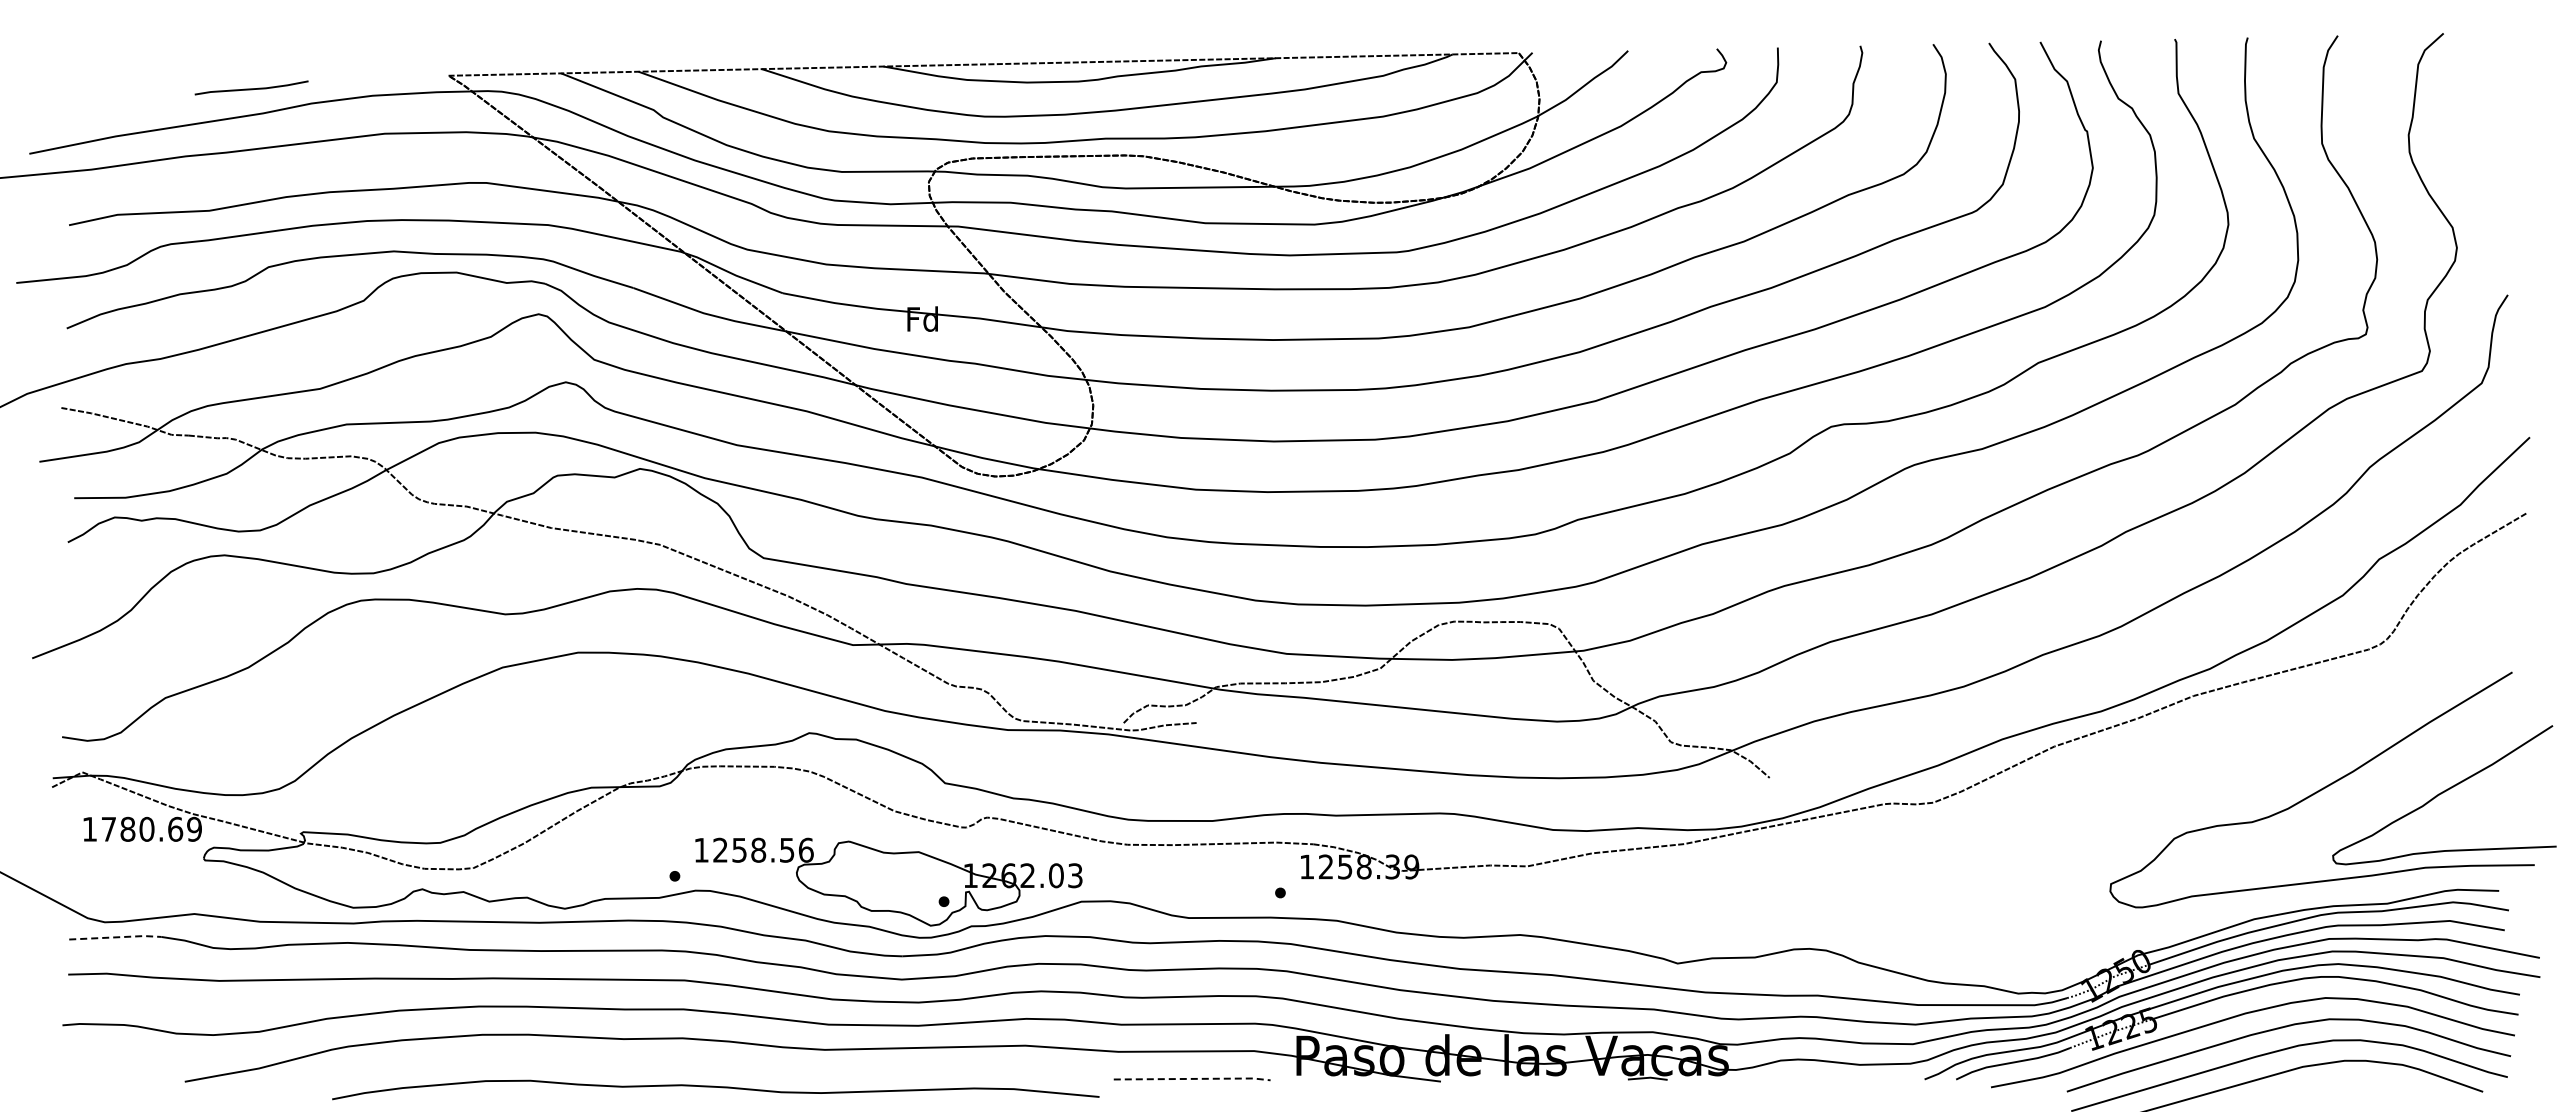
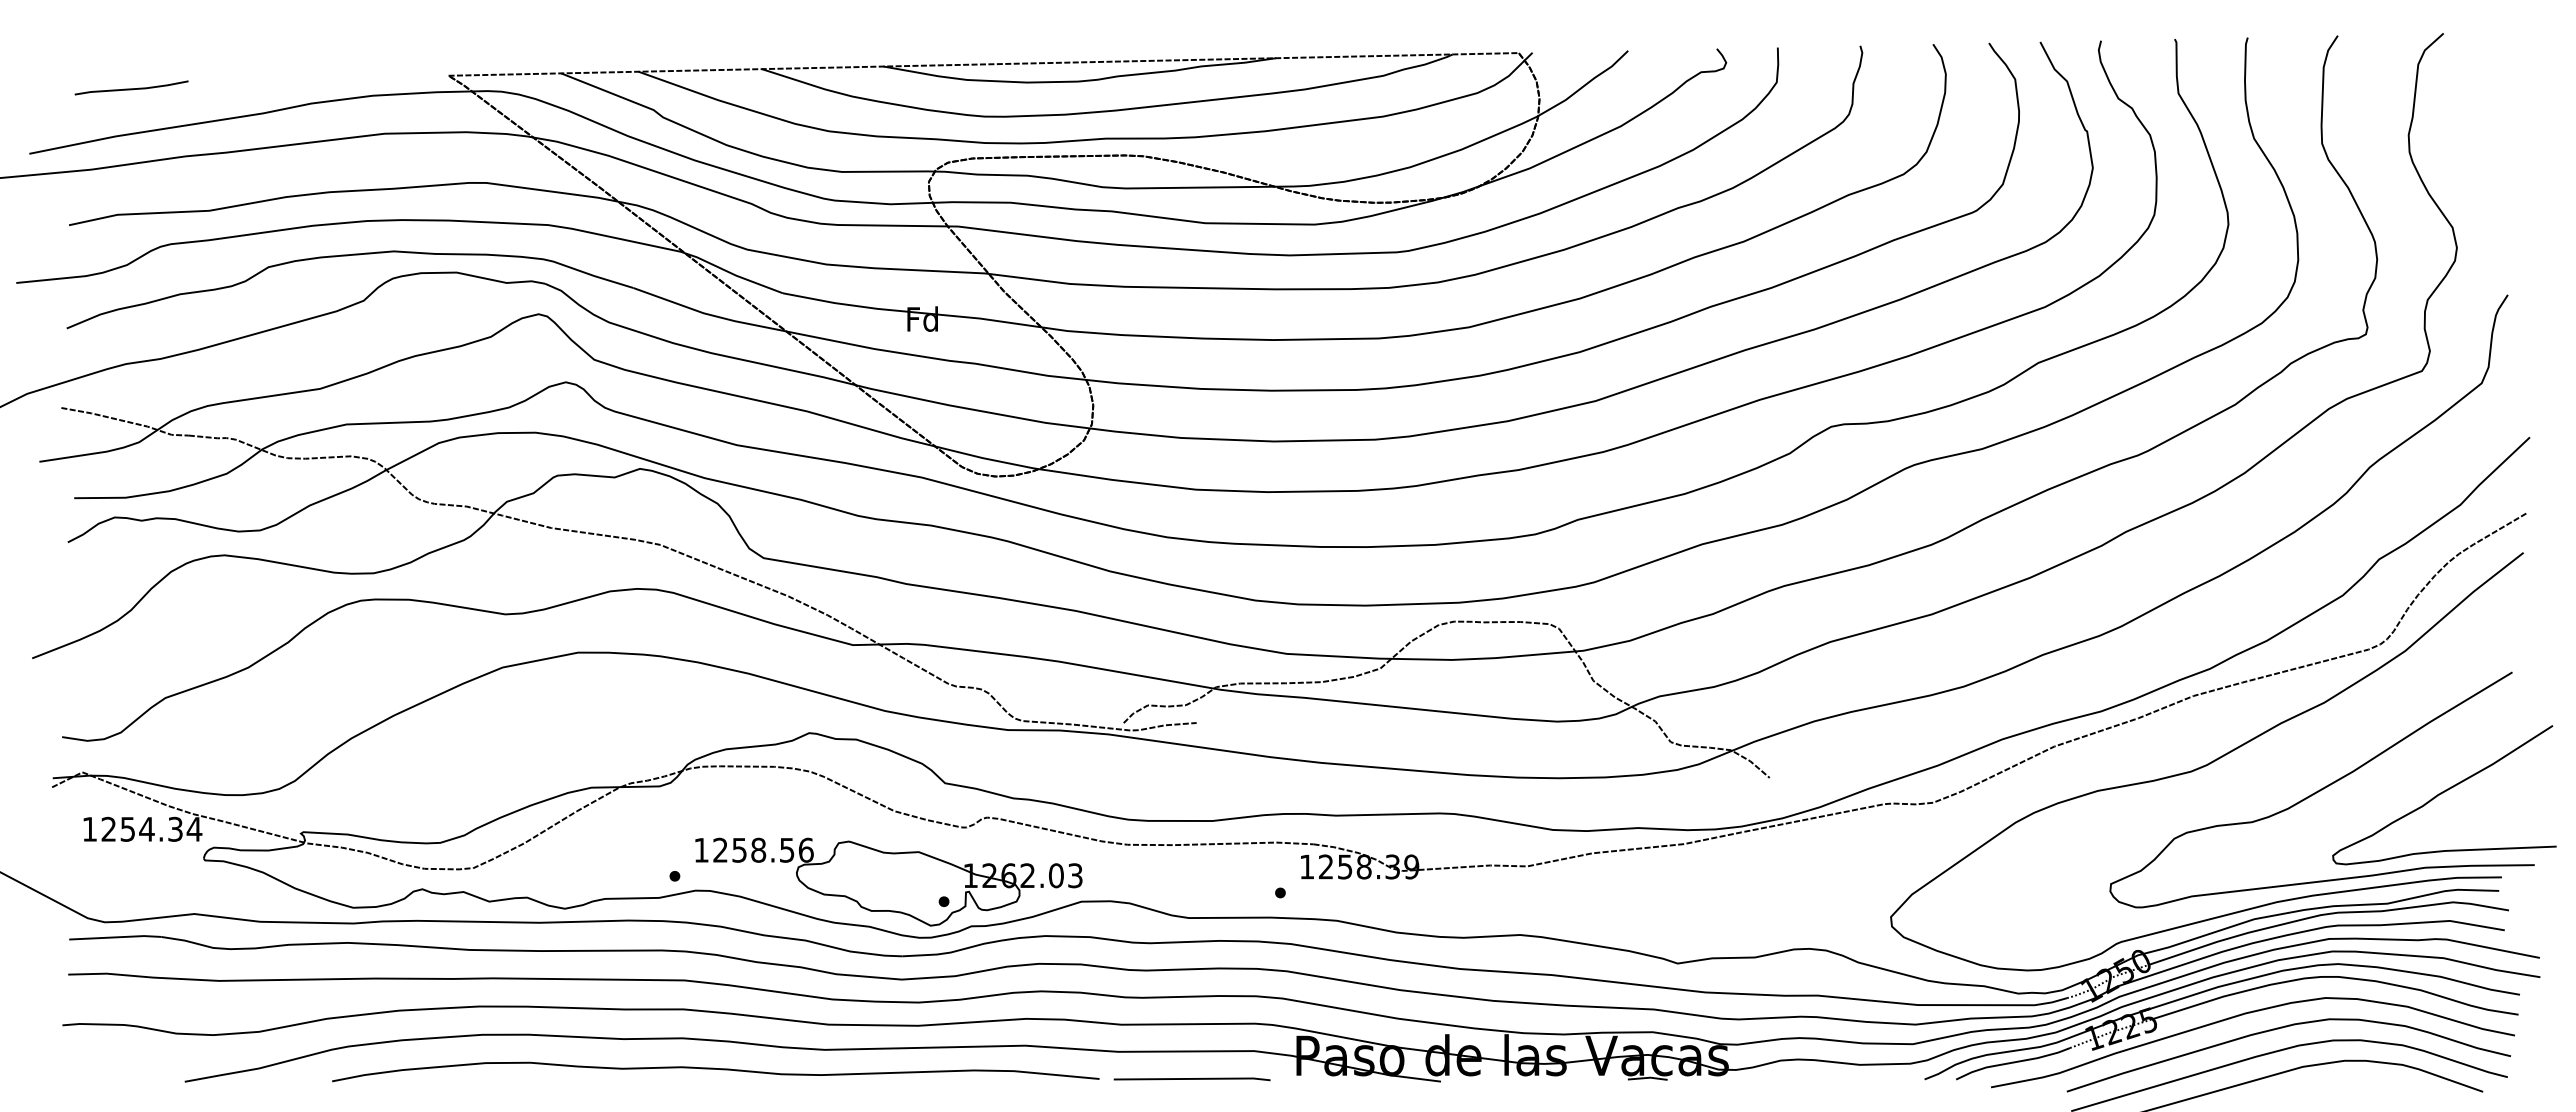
line at (251, 88) position: (251, 88) -> (131, 88)
curve at (2207, 763): none -> present
text at (151, 828): 1780.69 -> 1254.34
line at (116, 937): dashed -> solid
line at (1193, 1078): dashed -> solid
curve at (715, 1087) position: (715, 1087) -> (715, 1069)
